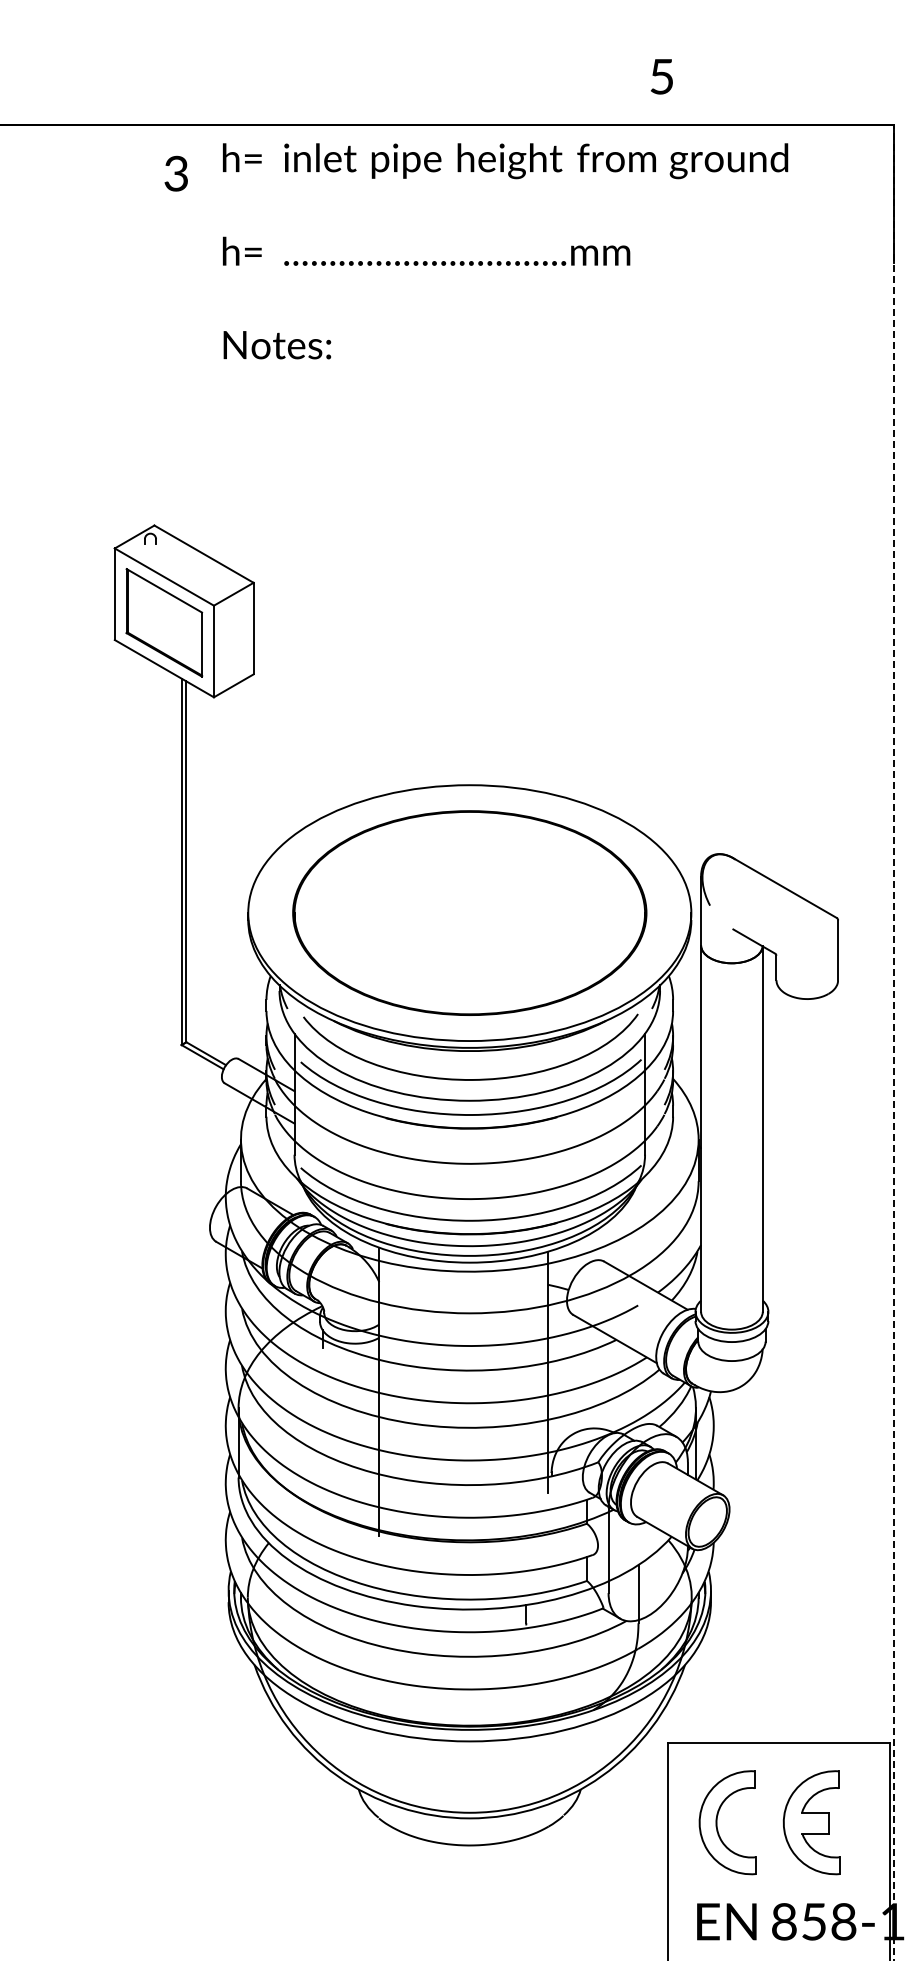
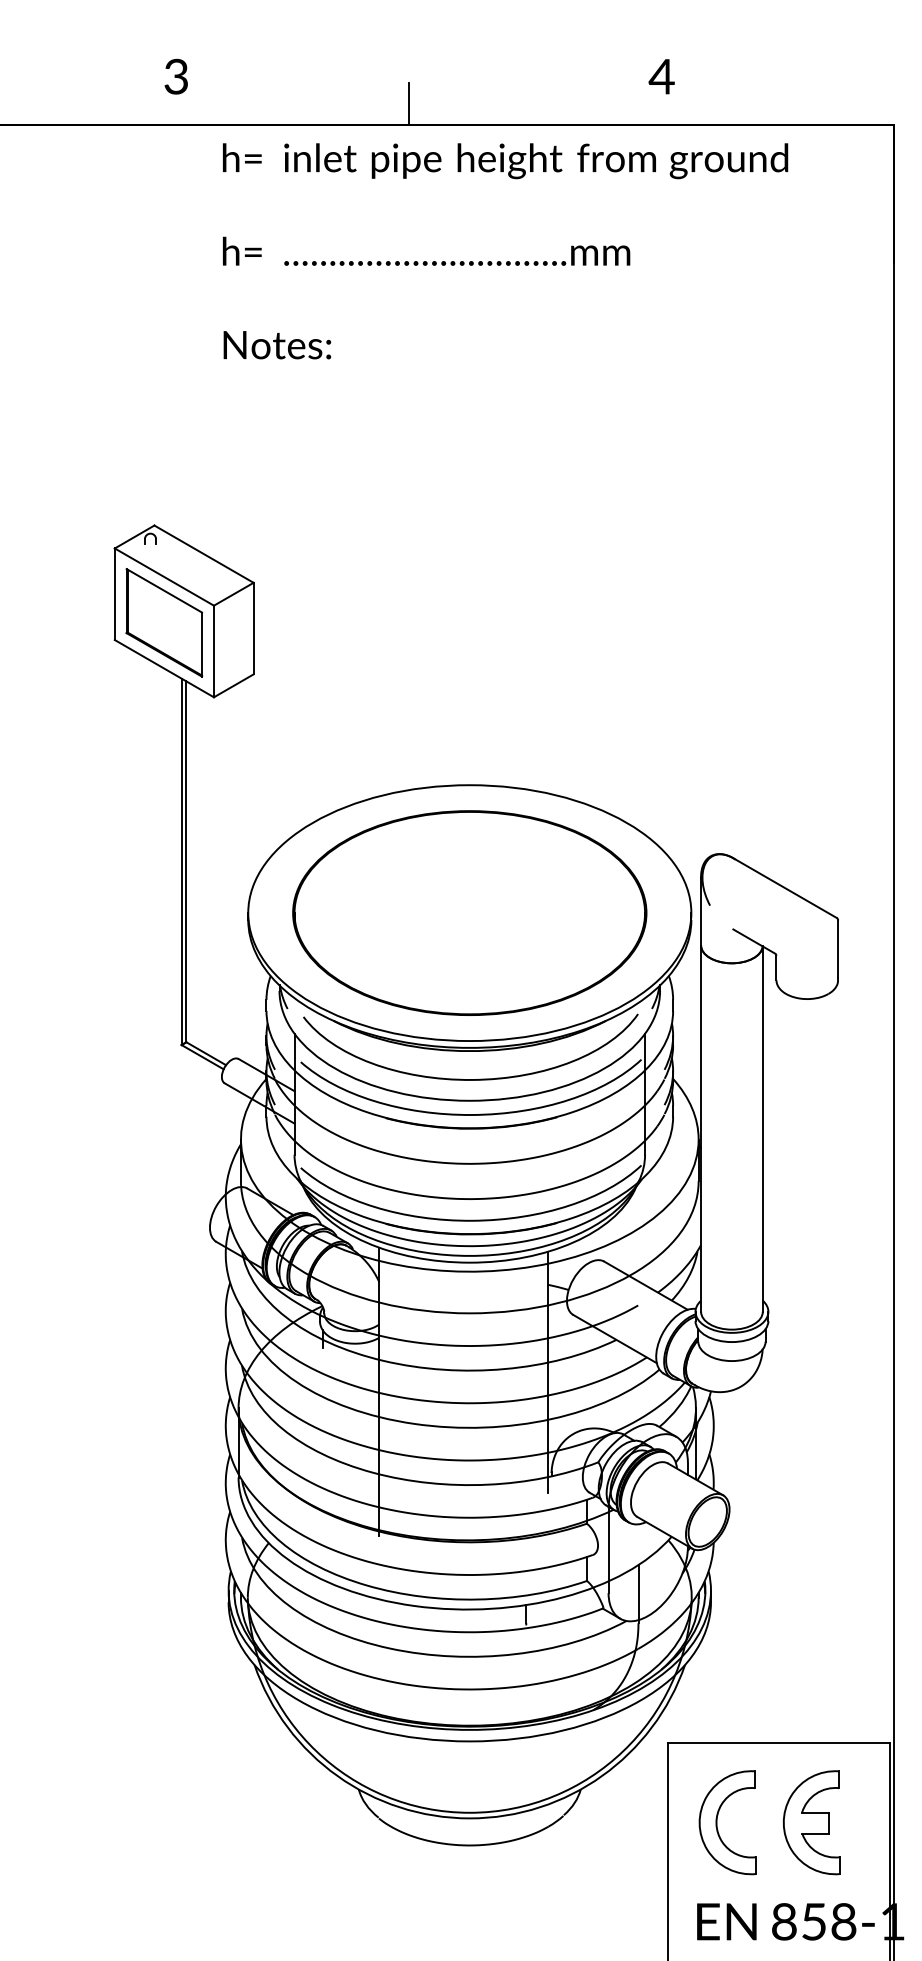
text at (661, 76): 5 -> 4
line at (408, 103): none -> present
text at (175, 173) position: (175, 173) -> (175, 76)
line at (894, 1042): dashed -> solid
